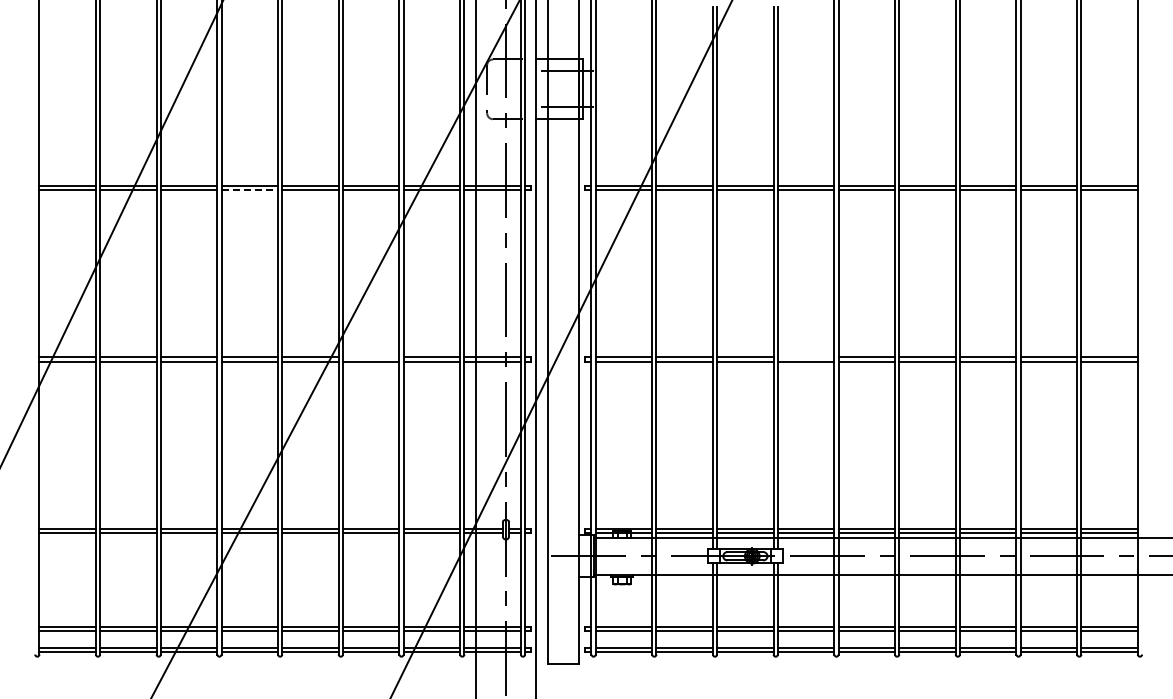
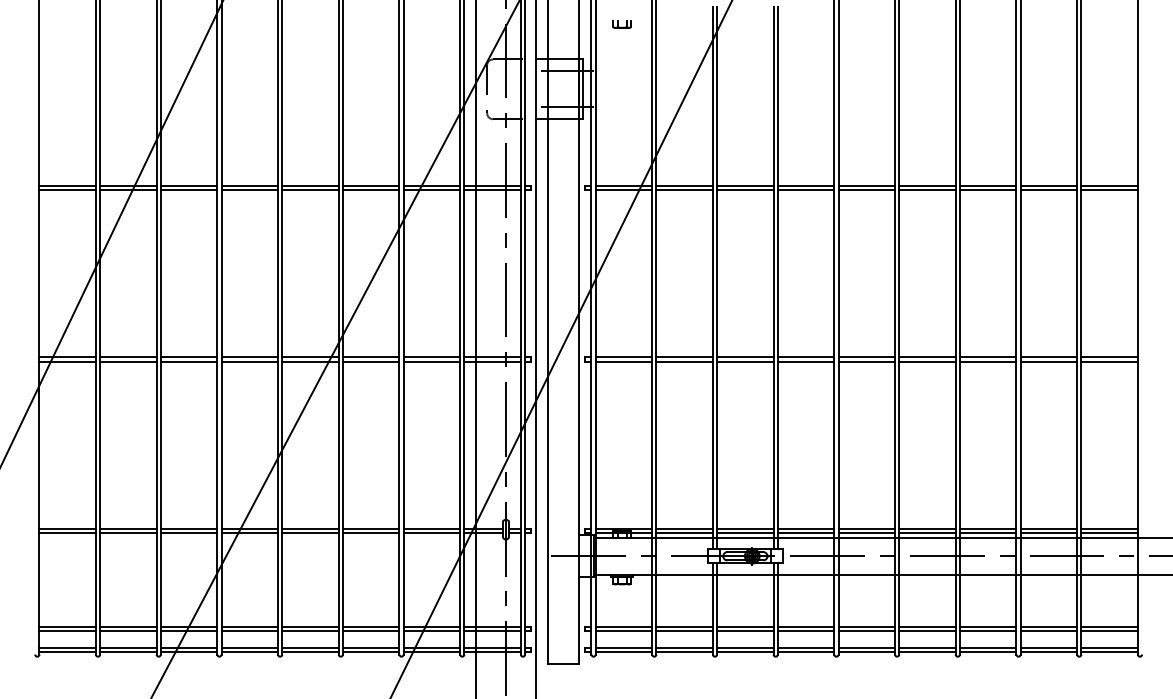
part at (621, 24): none -> present
line at (250, 190): dashed -> solid
line at (371, 357): none -> present
line at (805, 357): none -> present
